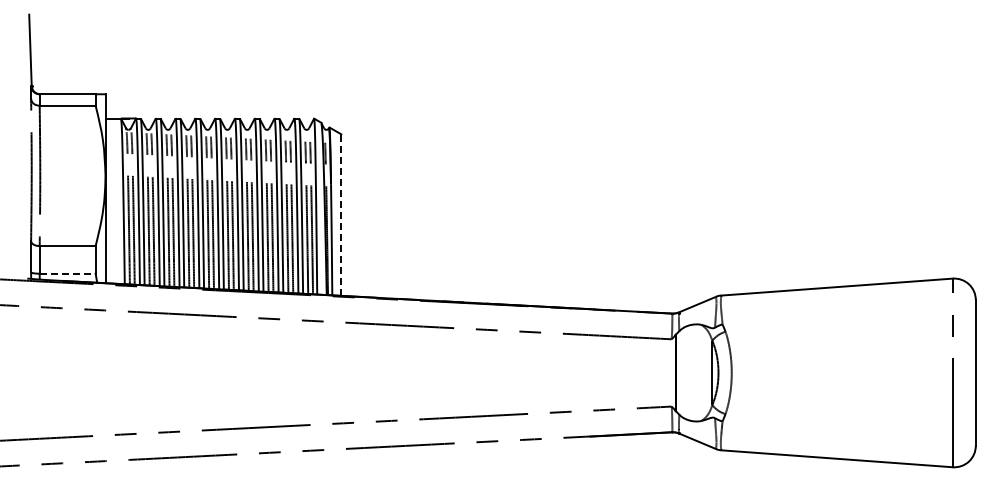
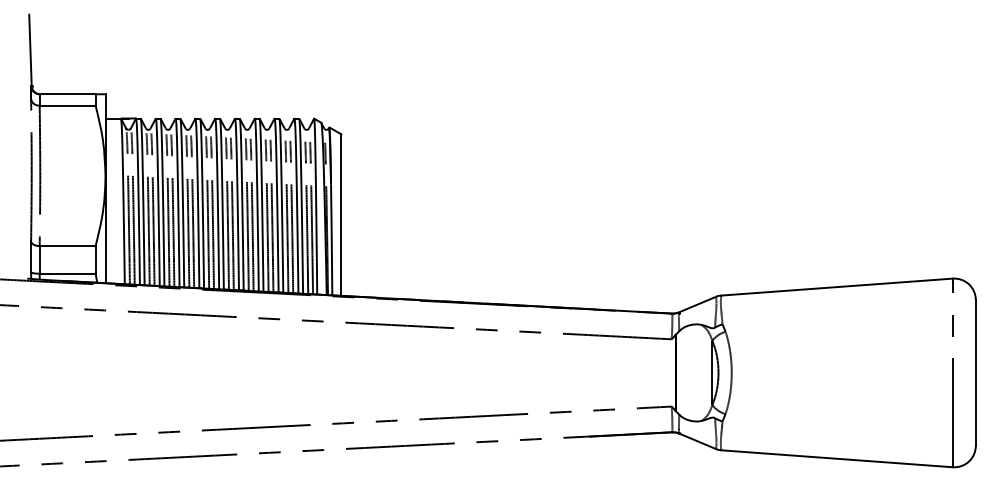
line at (341, 215): dashed -> solid
line at (67, 273): dashed -> solid
